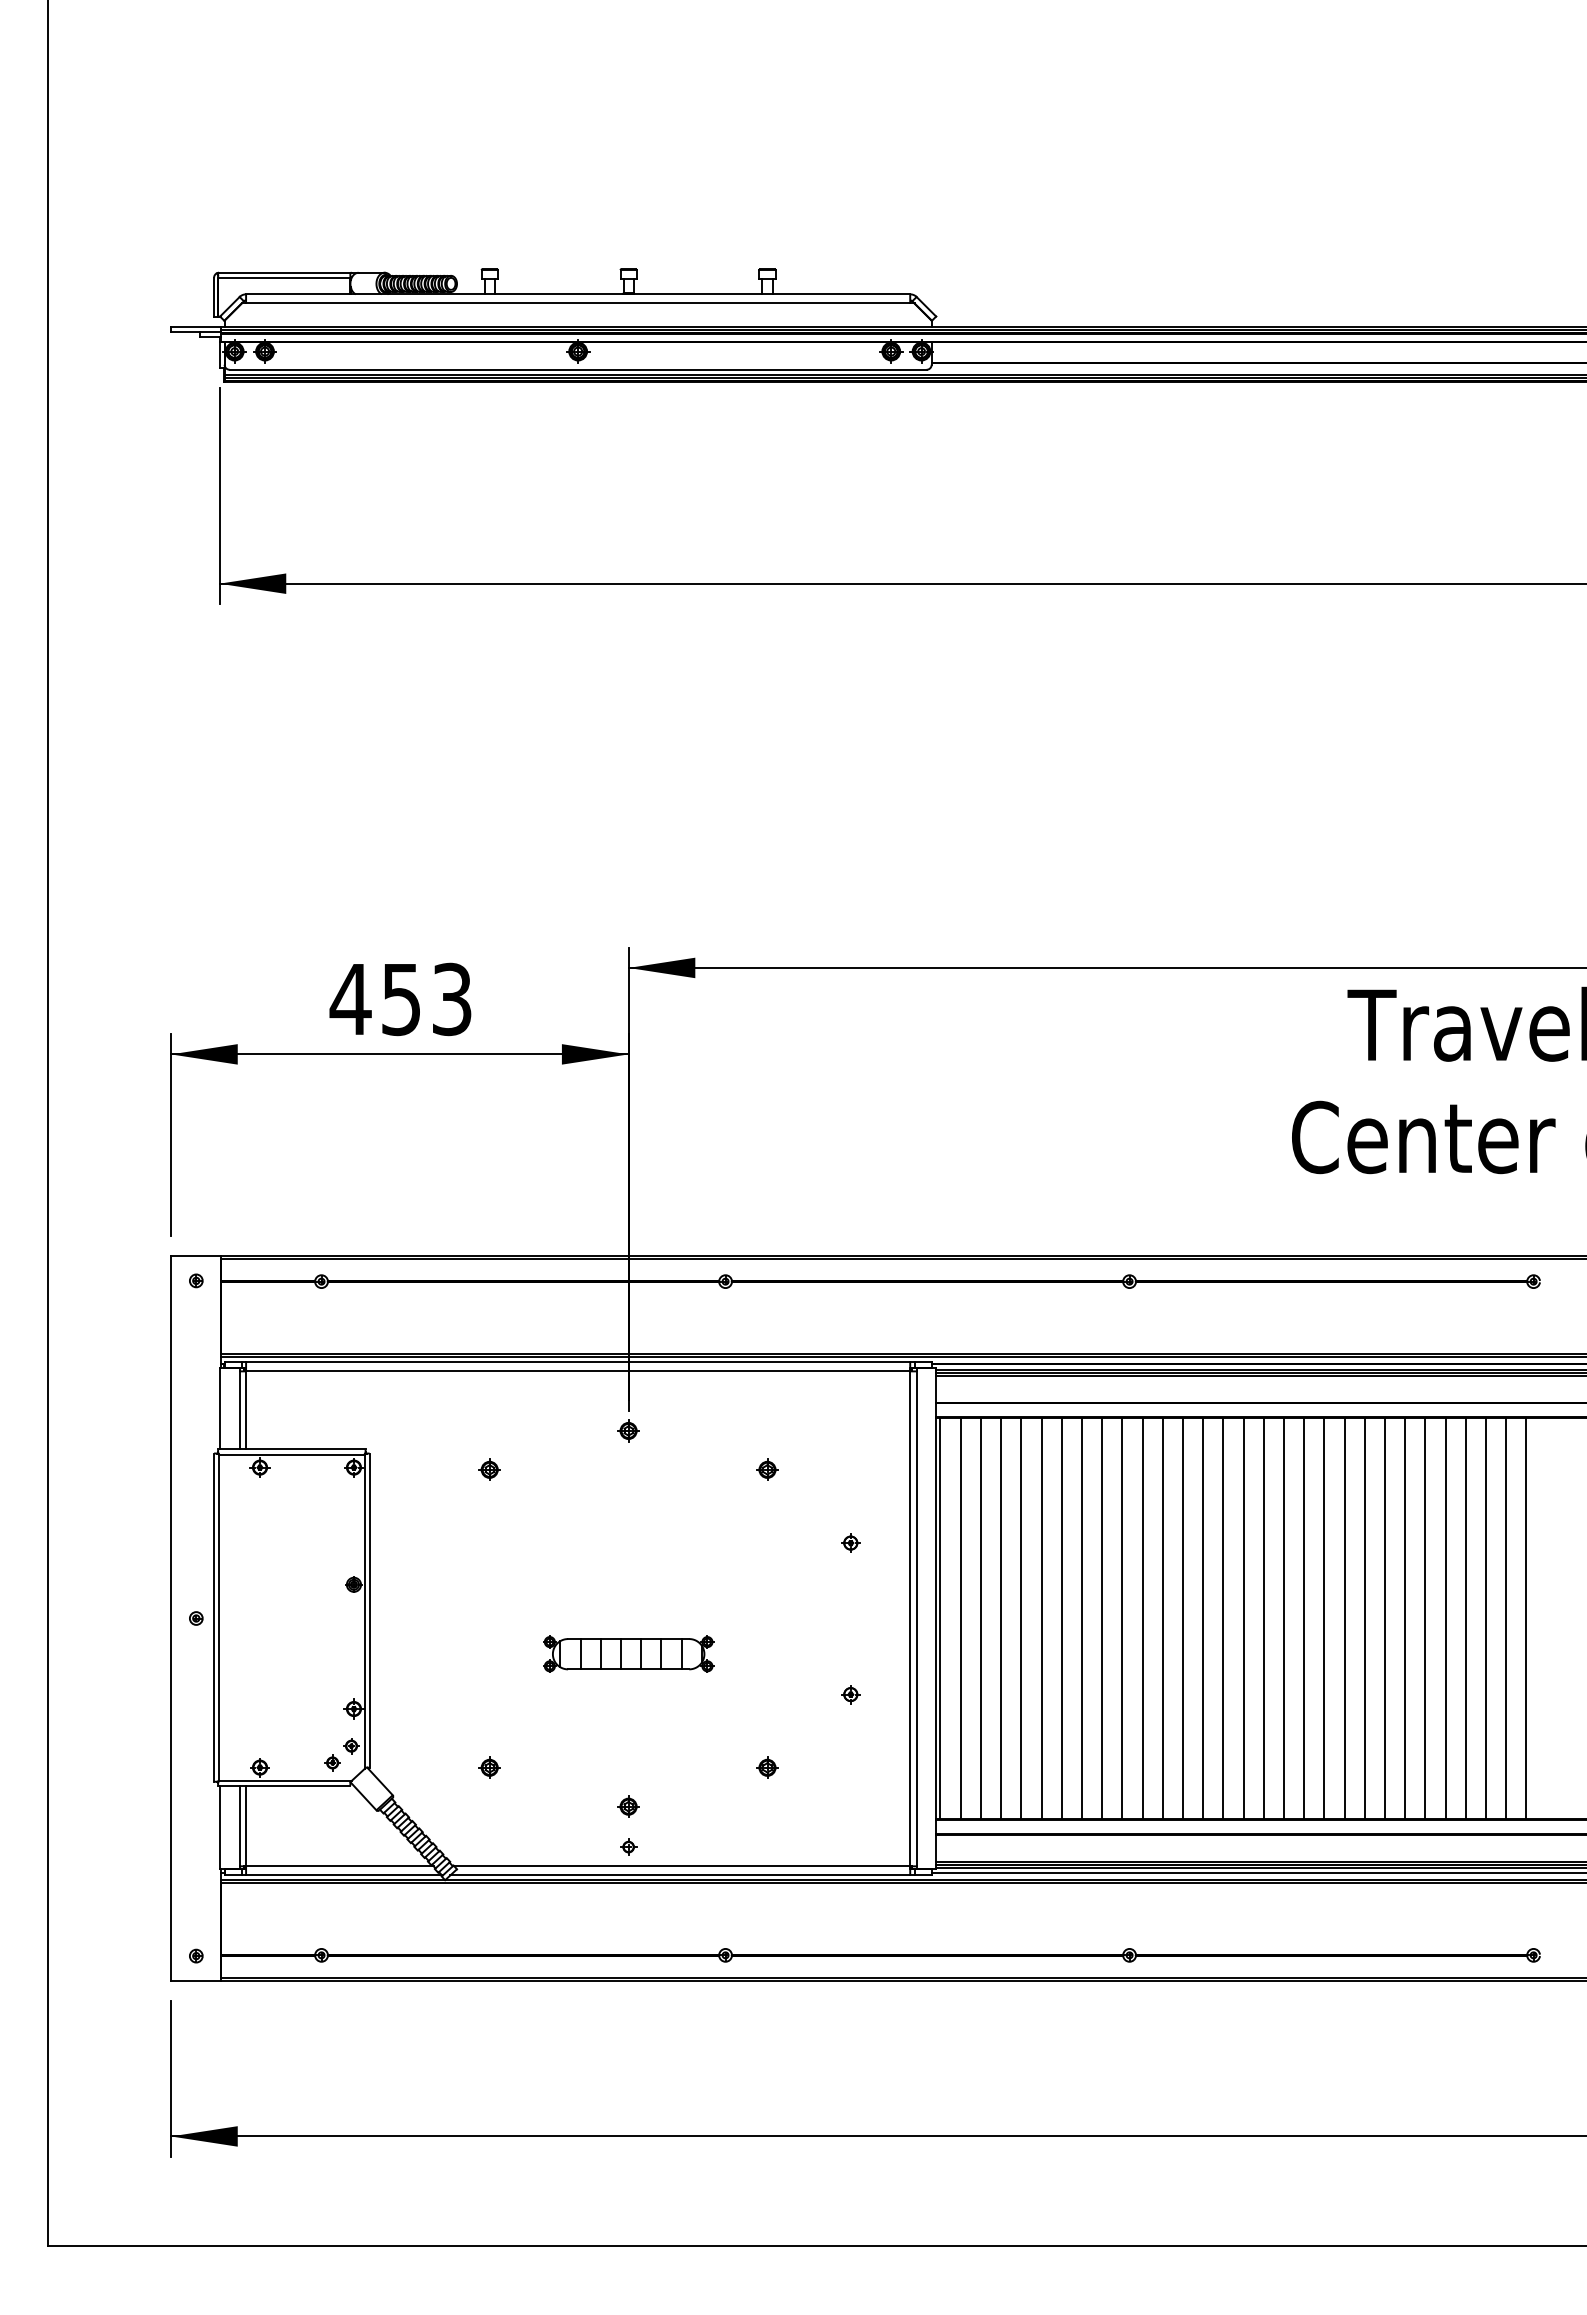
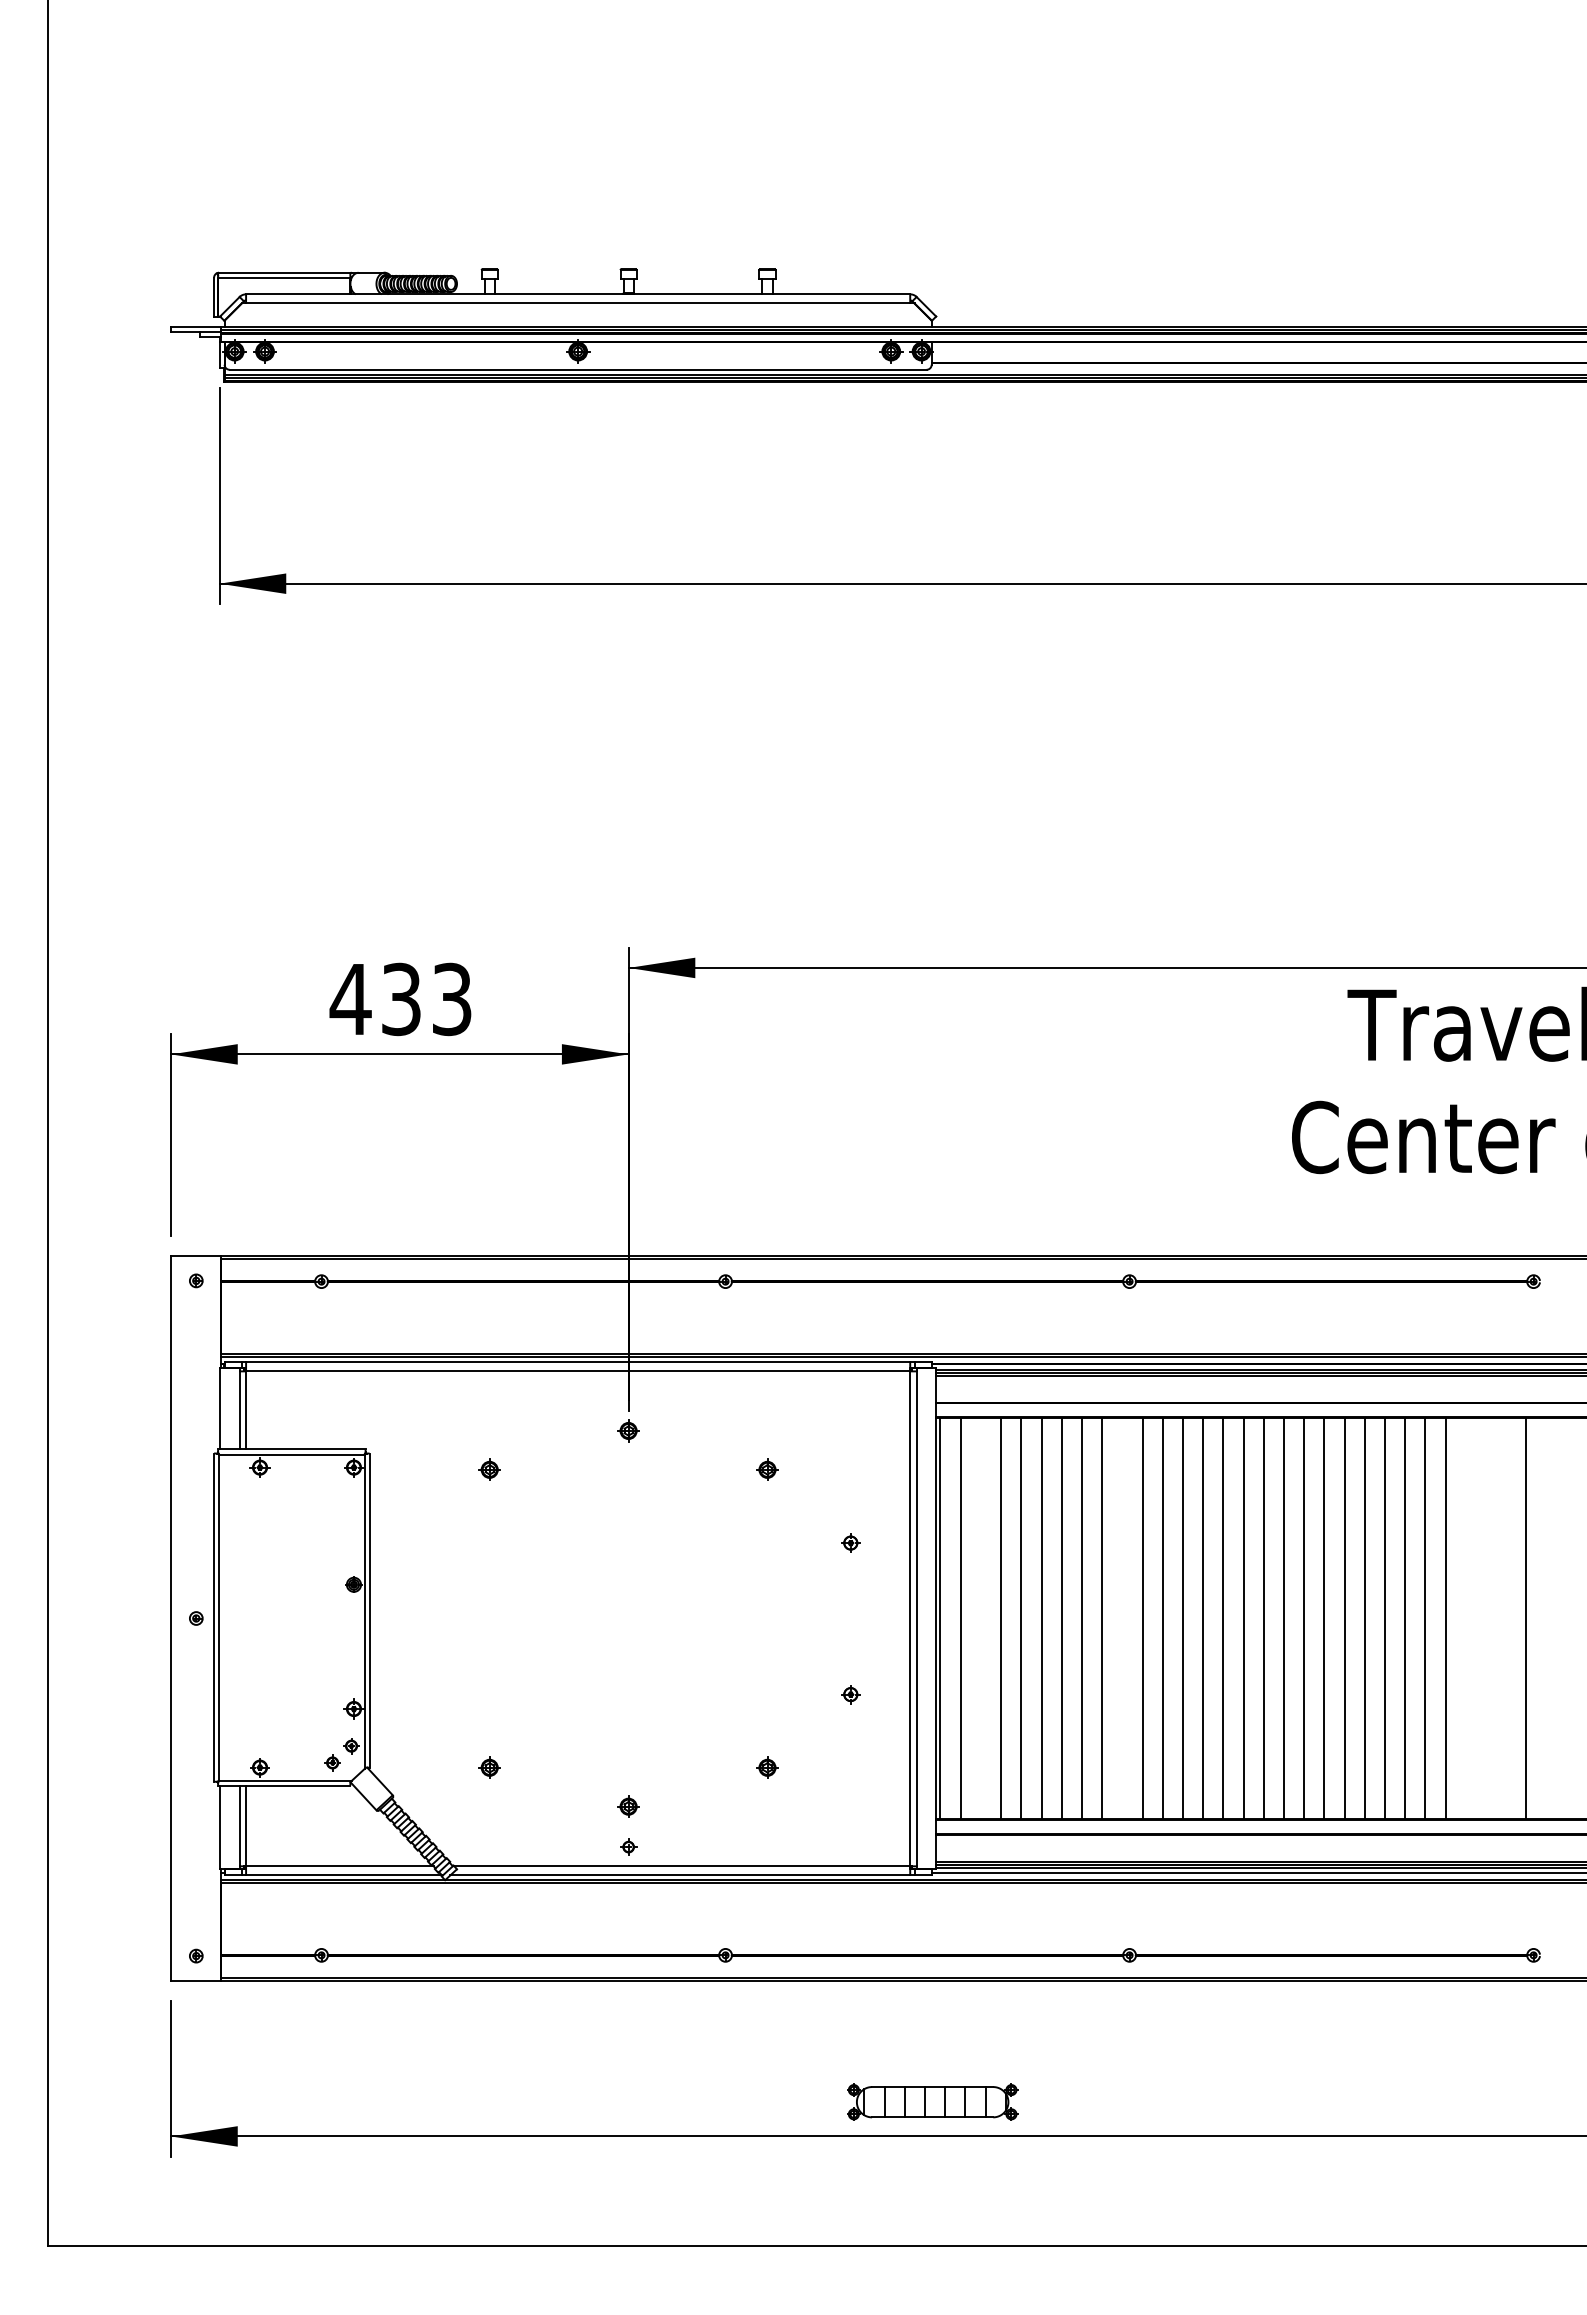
text at (401, 998): 453 -> 433
line at (980, 1618): present -> none
line at (1122, 1618): present -> none
line at (1465, 1618): present -> none
line at (1485, 1618): present -> none
line at (1506, 1618): present -> none
part at (628, 1653) position: (628, 1653) -> (932, 2101)
